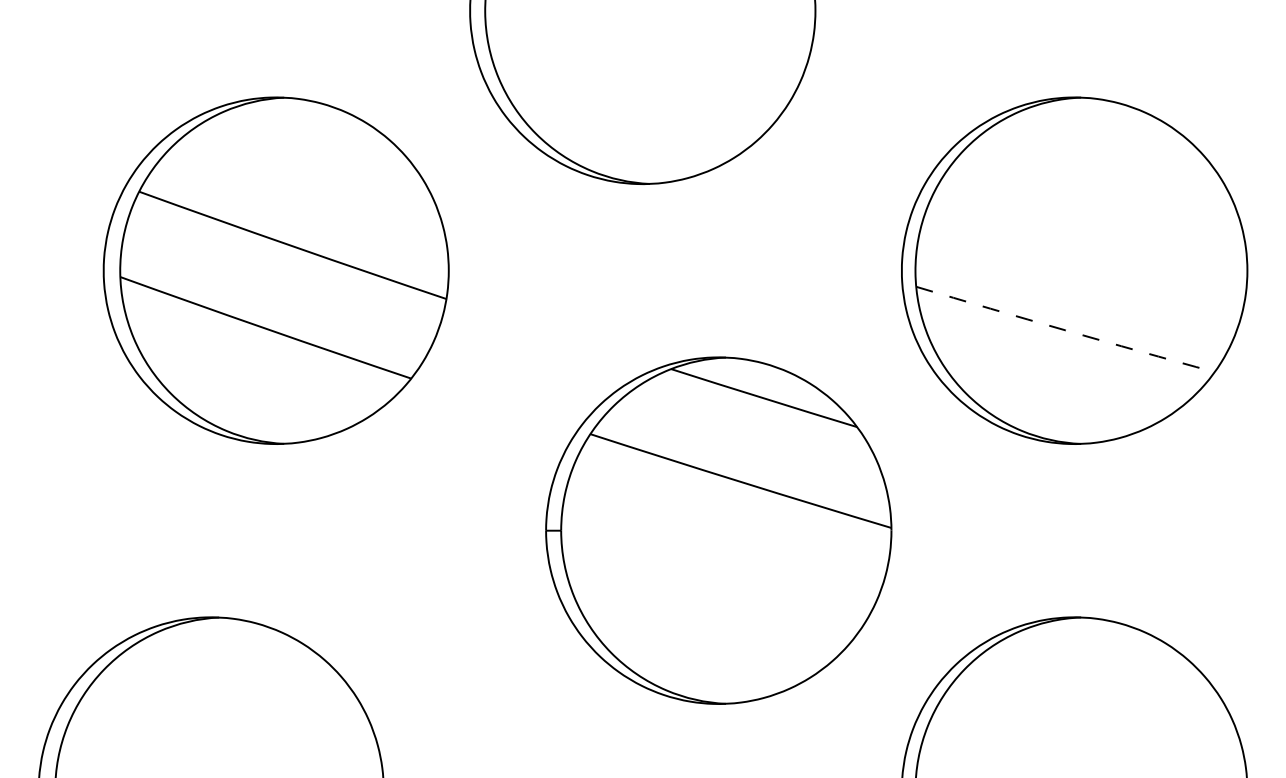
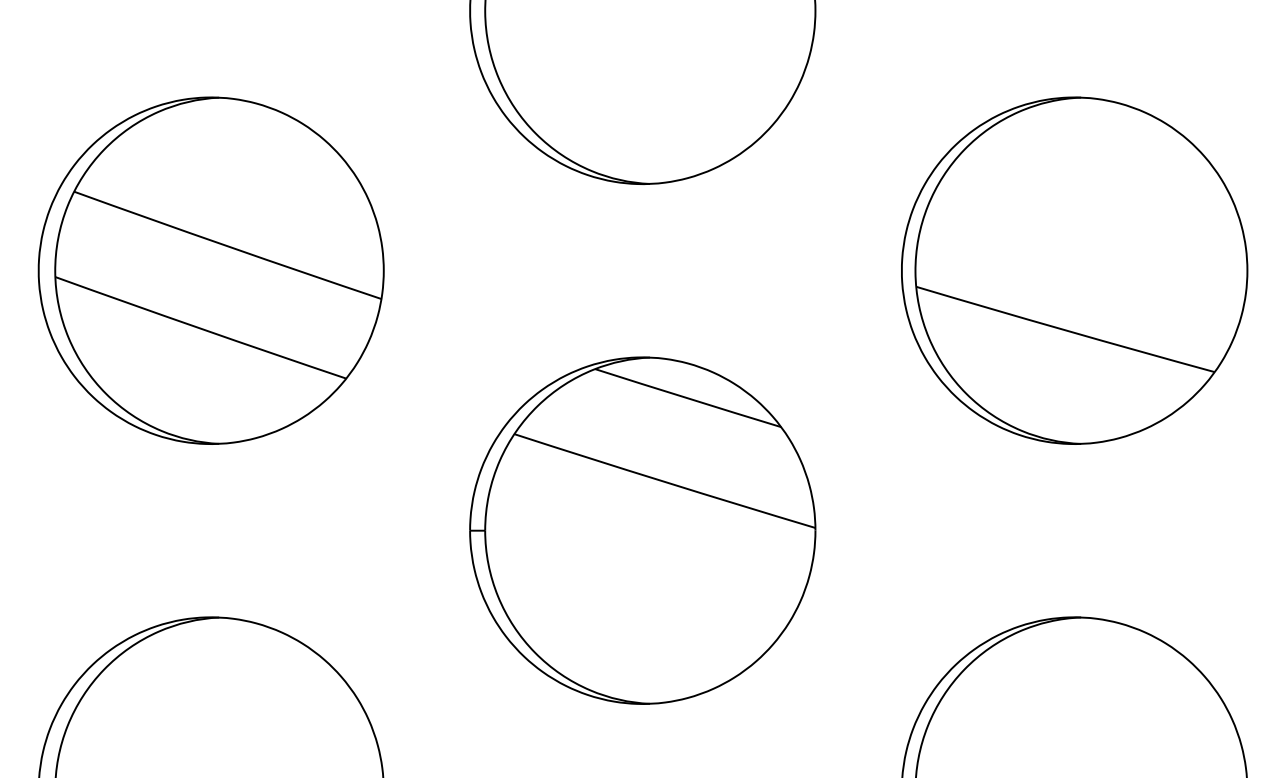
part at (275, 270) position: (275, 270) -> (210, 270)
arc at (1065, 330): dashed -> solid
part at (718, 530) position: (718, 530) -> (642, 530)
